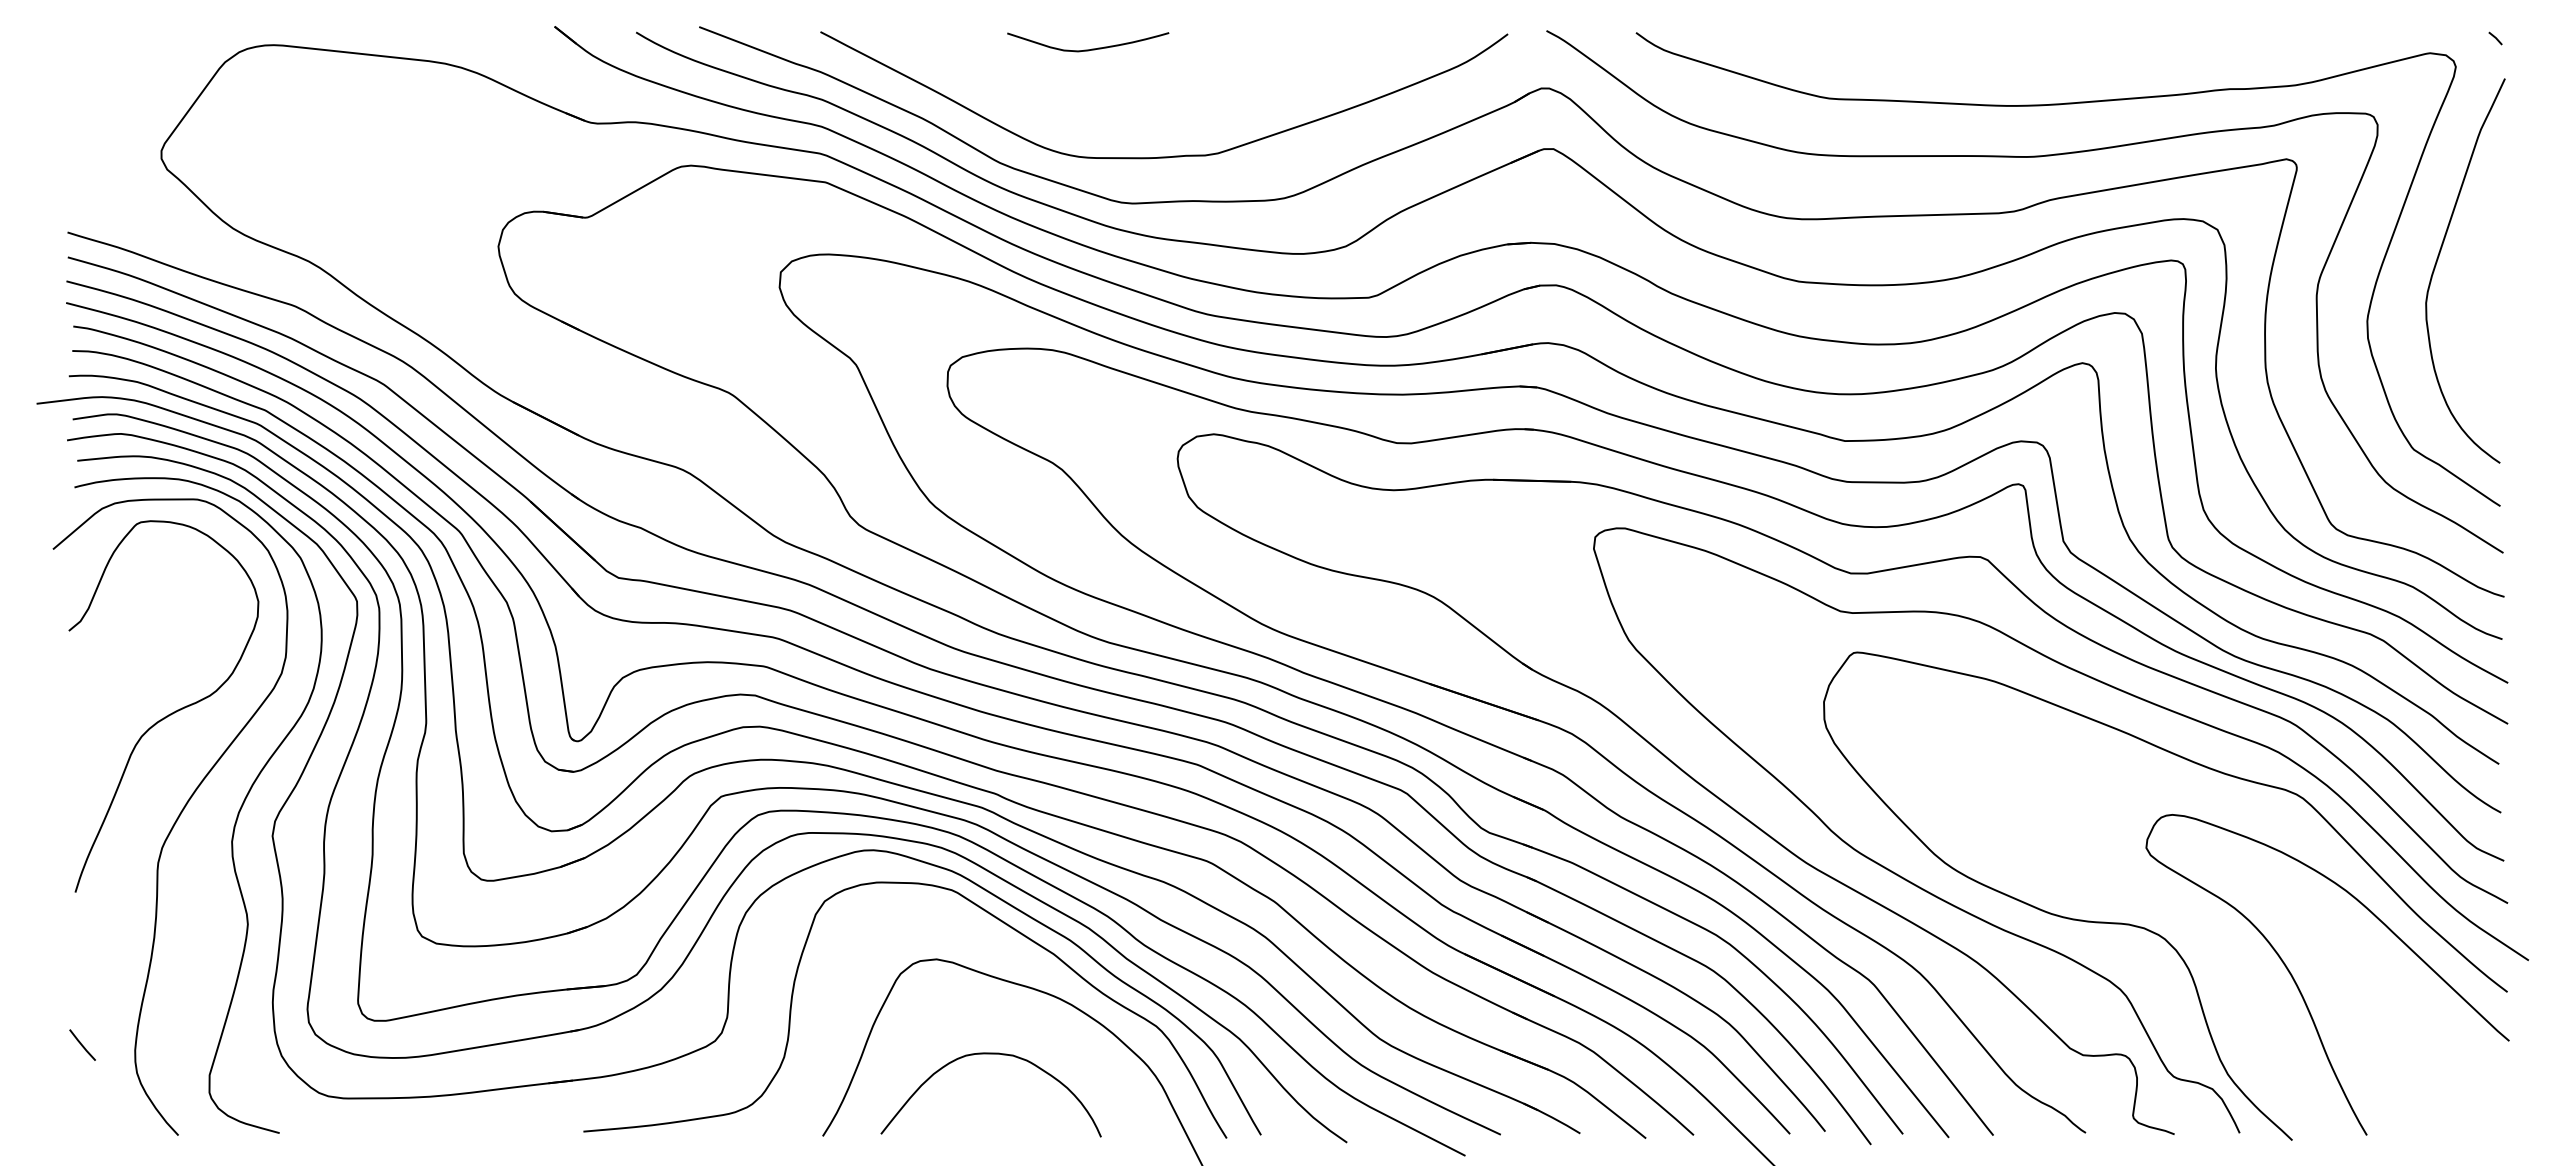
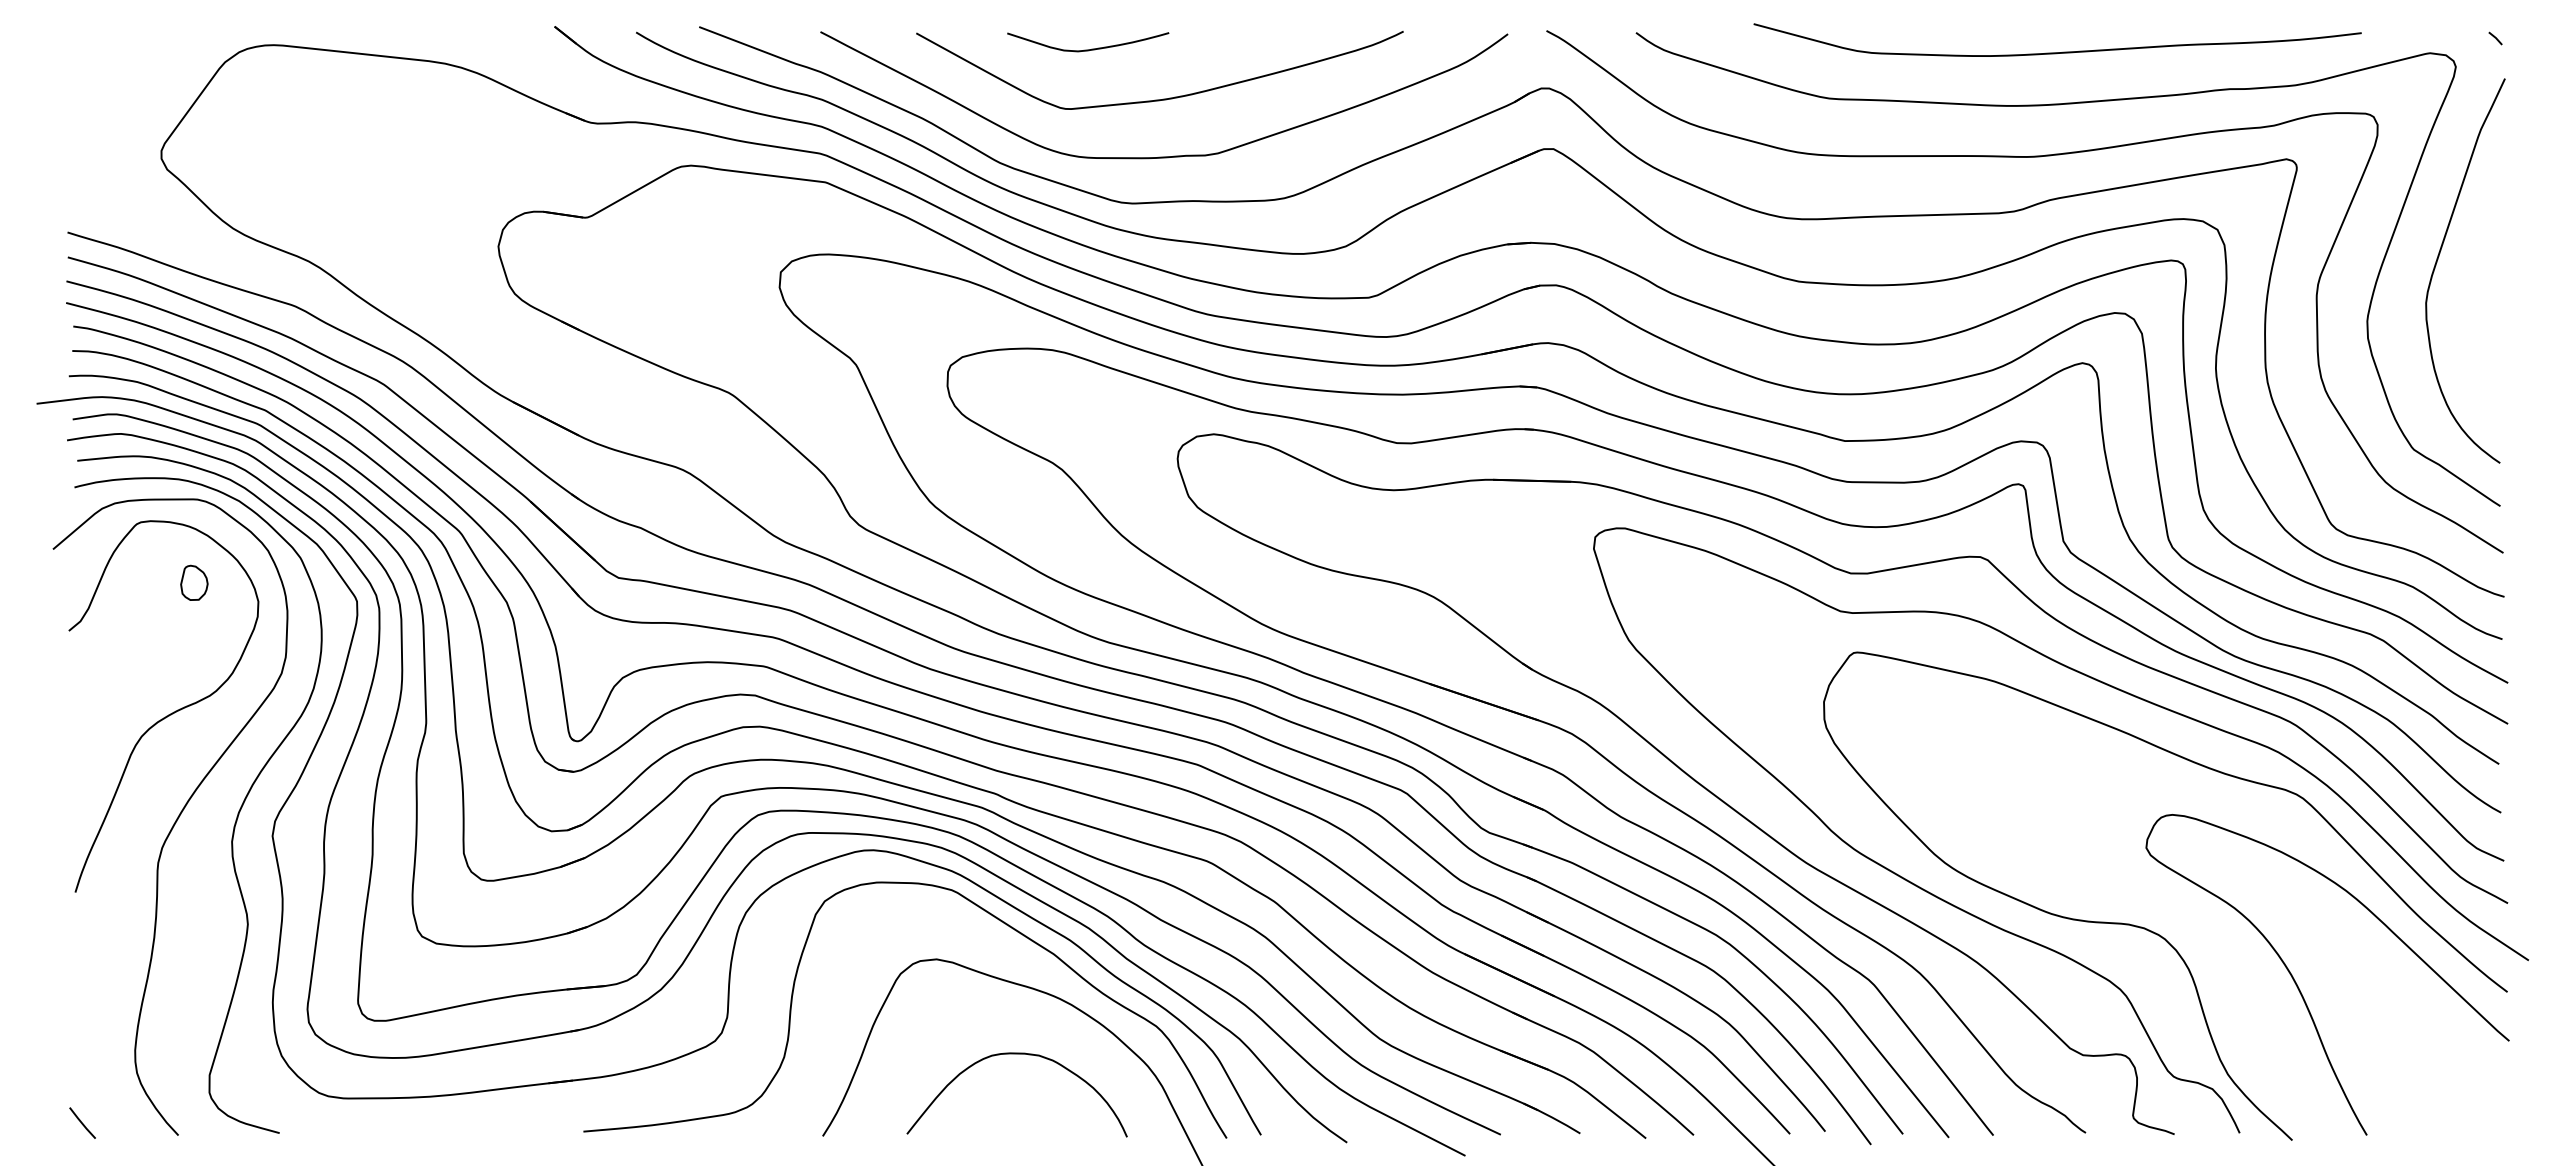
curve at (2062, 51): none -> present
curve at (1163, 98): none -> present
part at (194, 582): none -> present
line at (82, 1044) position: (82, 1044) -> (82, 1122)
curve at (990, 1054) position: (990, 1054) -> (1016, 1054)
